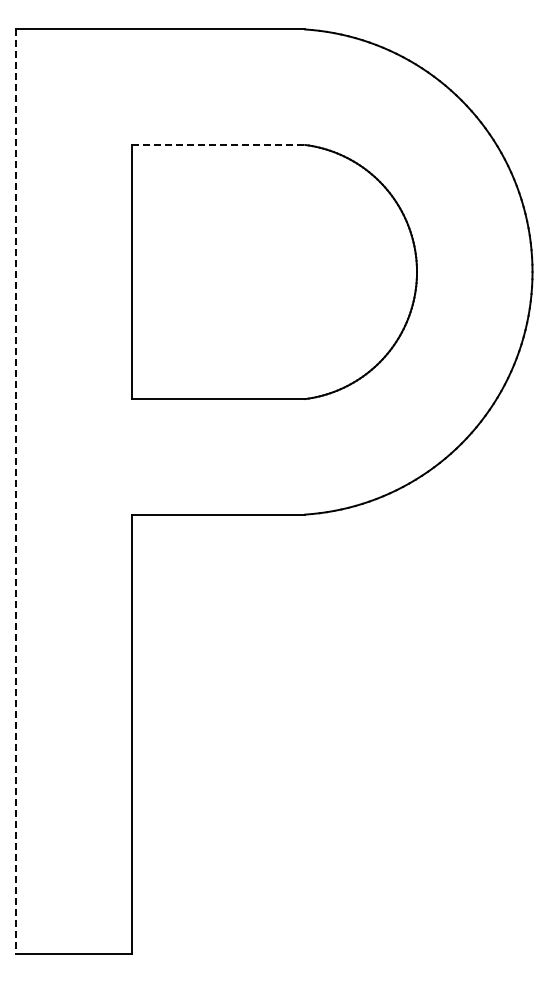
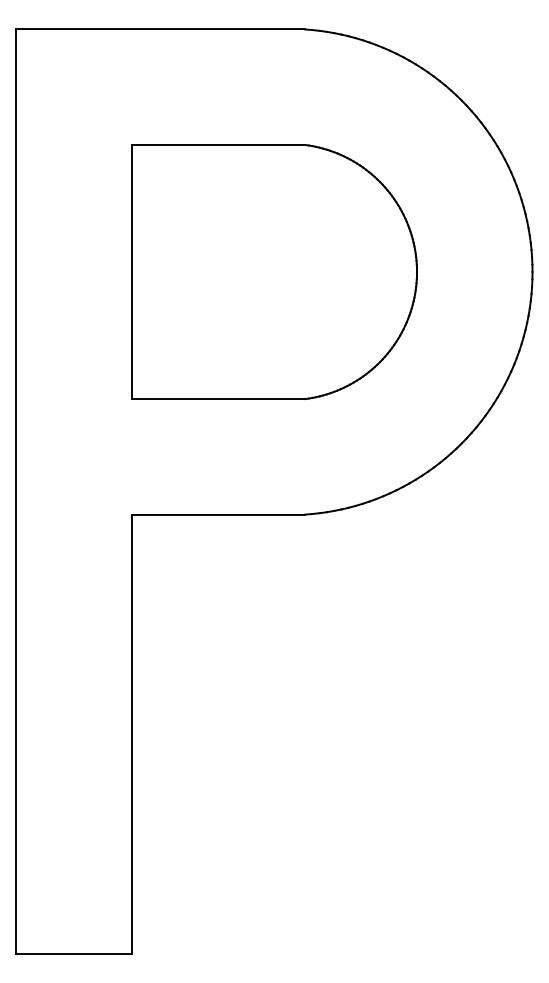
line at (218, 144): dashed -> solid
line at (16, 492): dashed -> solid
